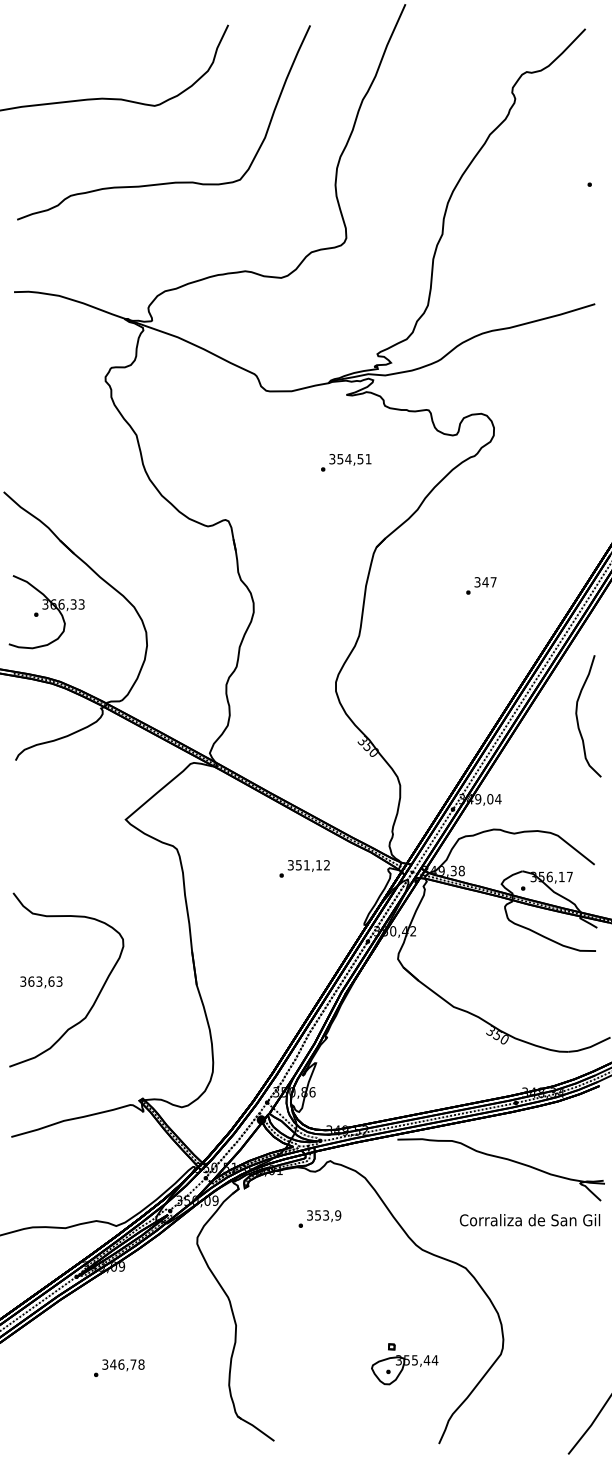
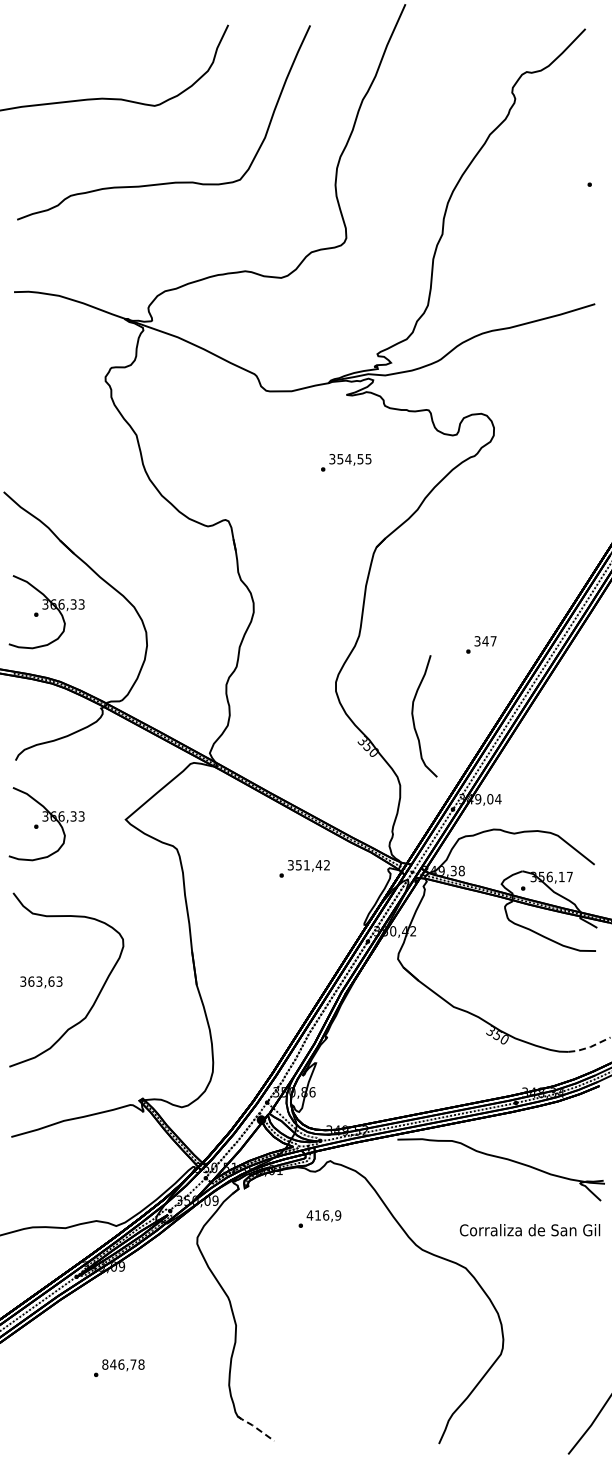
text at (368, 459): 354,51 -> 354,55
text at (481, 585) position: (481, 585) -> (481, 644)
curve at (578, 719) position: (578, 719) -> (414, 719)
part at (46, 824): none -> present
text at (318, 865): 351,12 -> 351,42
line at (590, 1047): solid -> dashed
text at (317, 1215): 353,9 -> 416,9
text at (529, 1220) position: (529, 1220) -> (529, 1230)
text at (105, 1364): 346,78 -> 846,78
part at (404, 1364): present -> none
line at (255, 1427): solid -> dashed
